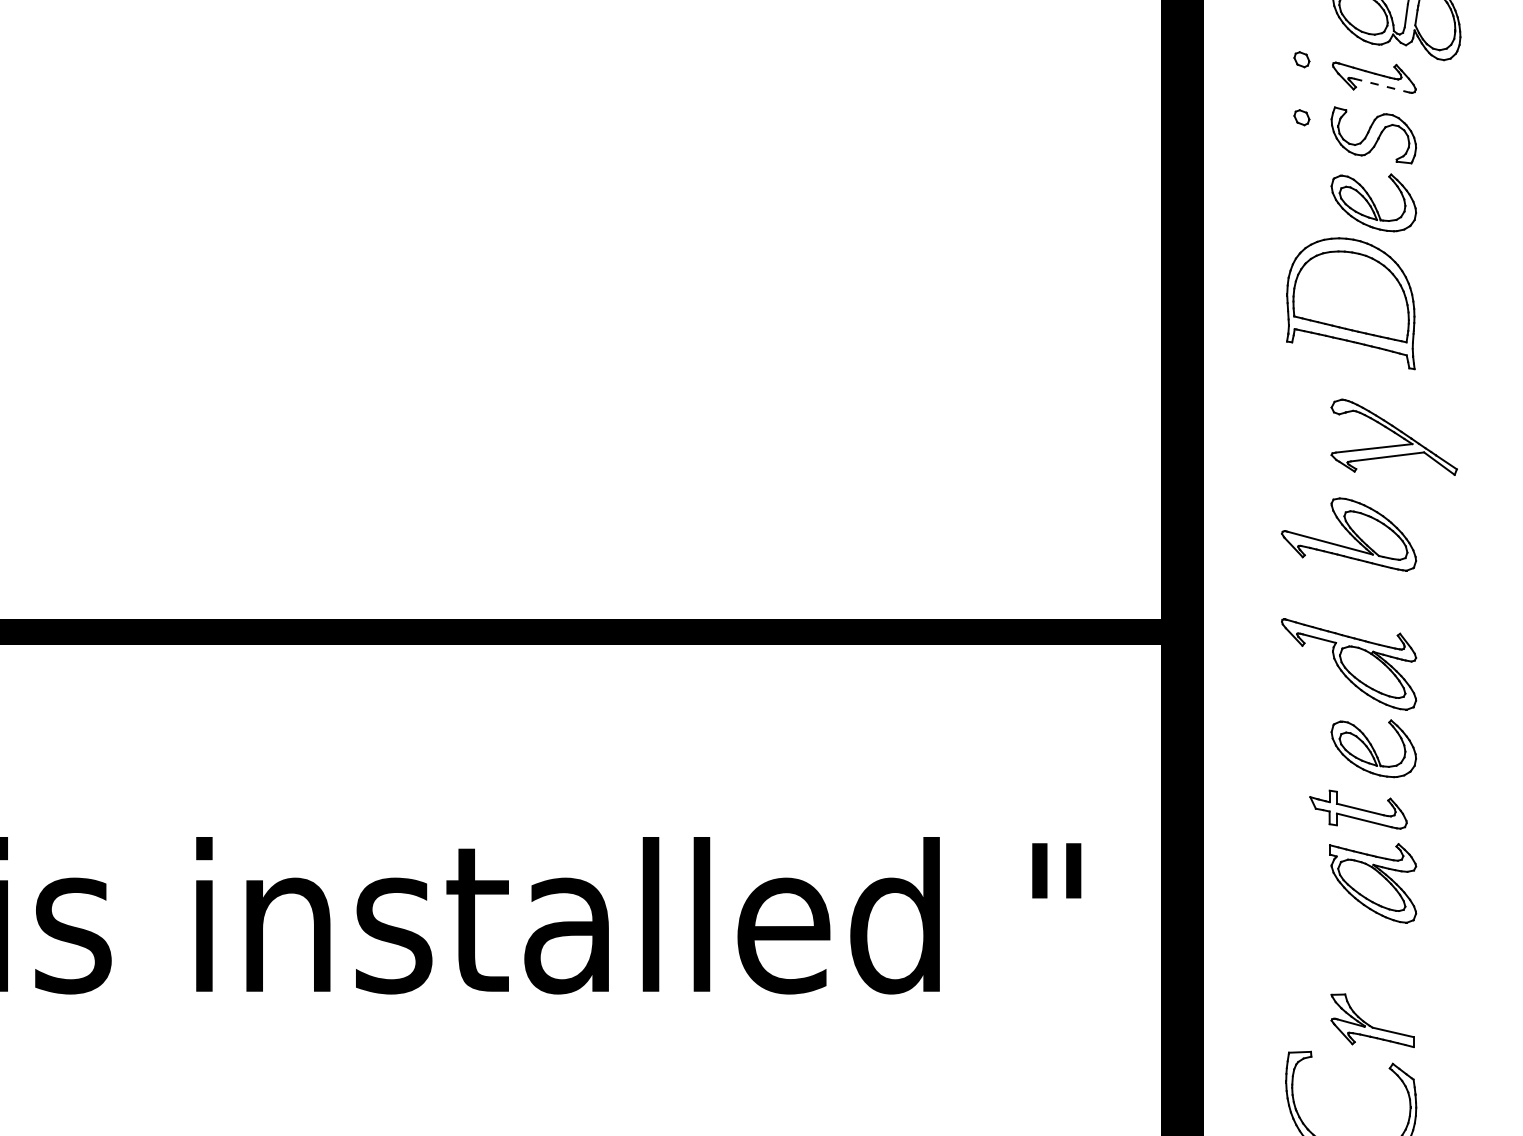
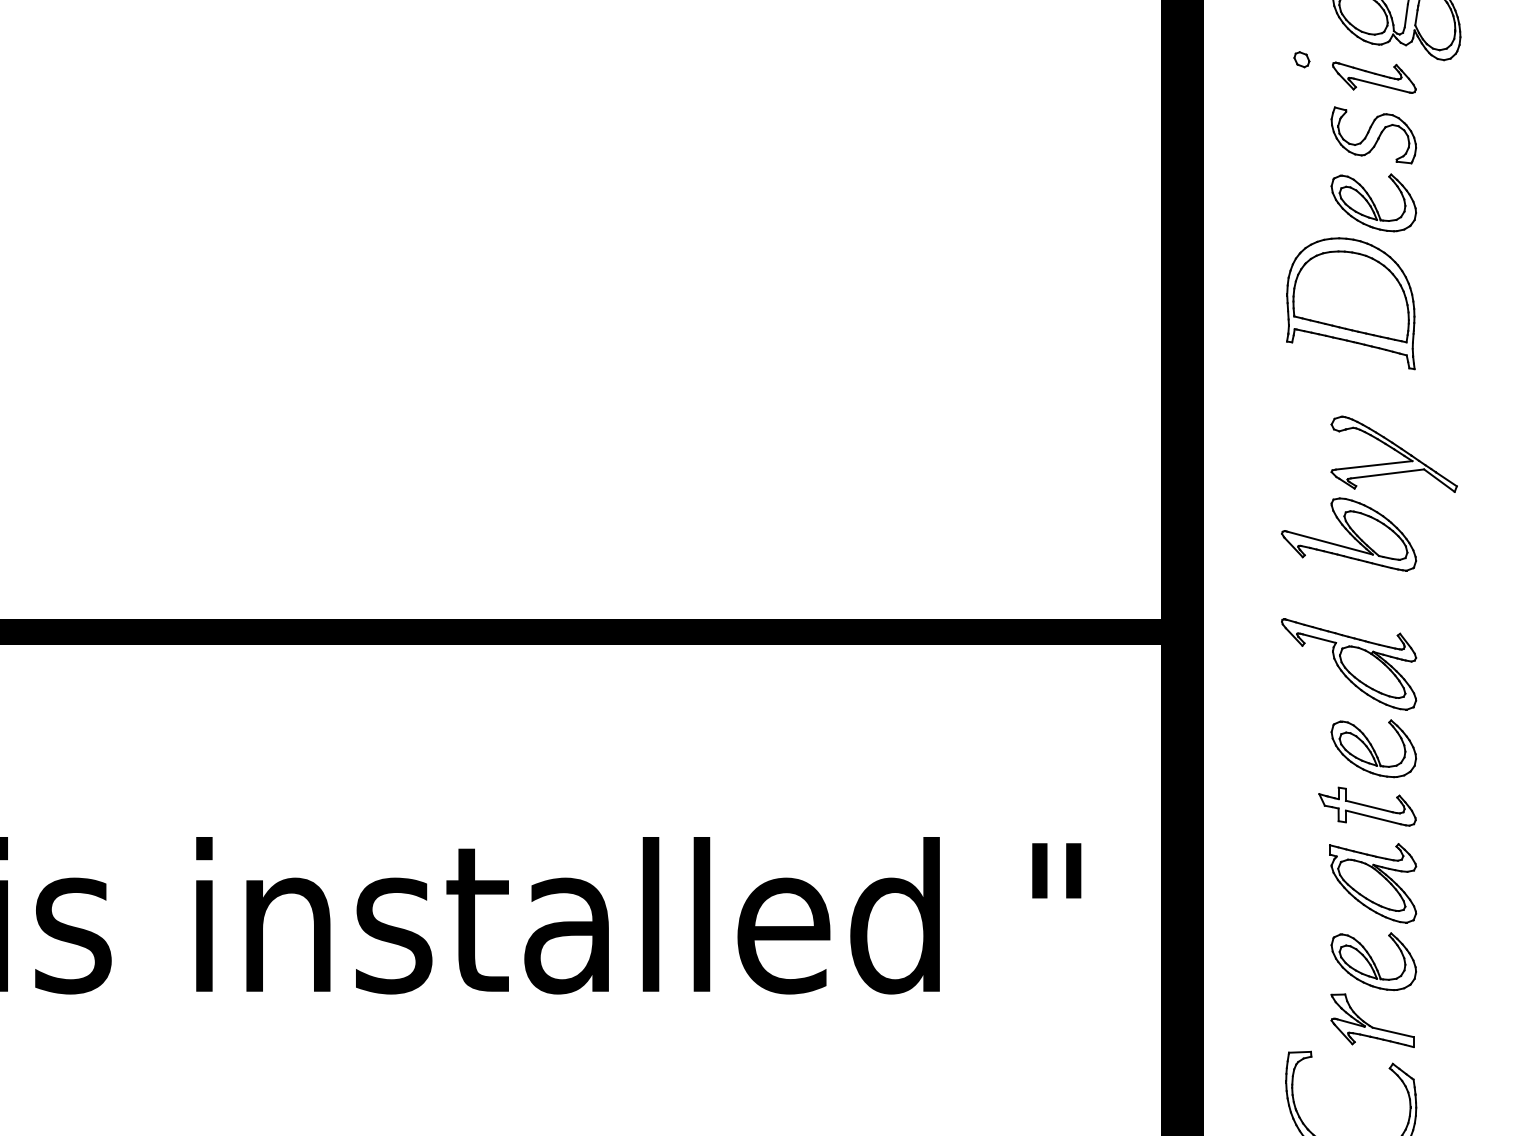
line at (1381, 85): dashed -> solid
part at (1301, 117): present -> none
part at (1393, 436) position: (1393, 436) -> (1393, 453)
part at (1358, 809) position: (1358, 809) -> (1367, 806)
part at (1373, 961): none -> present
